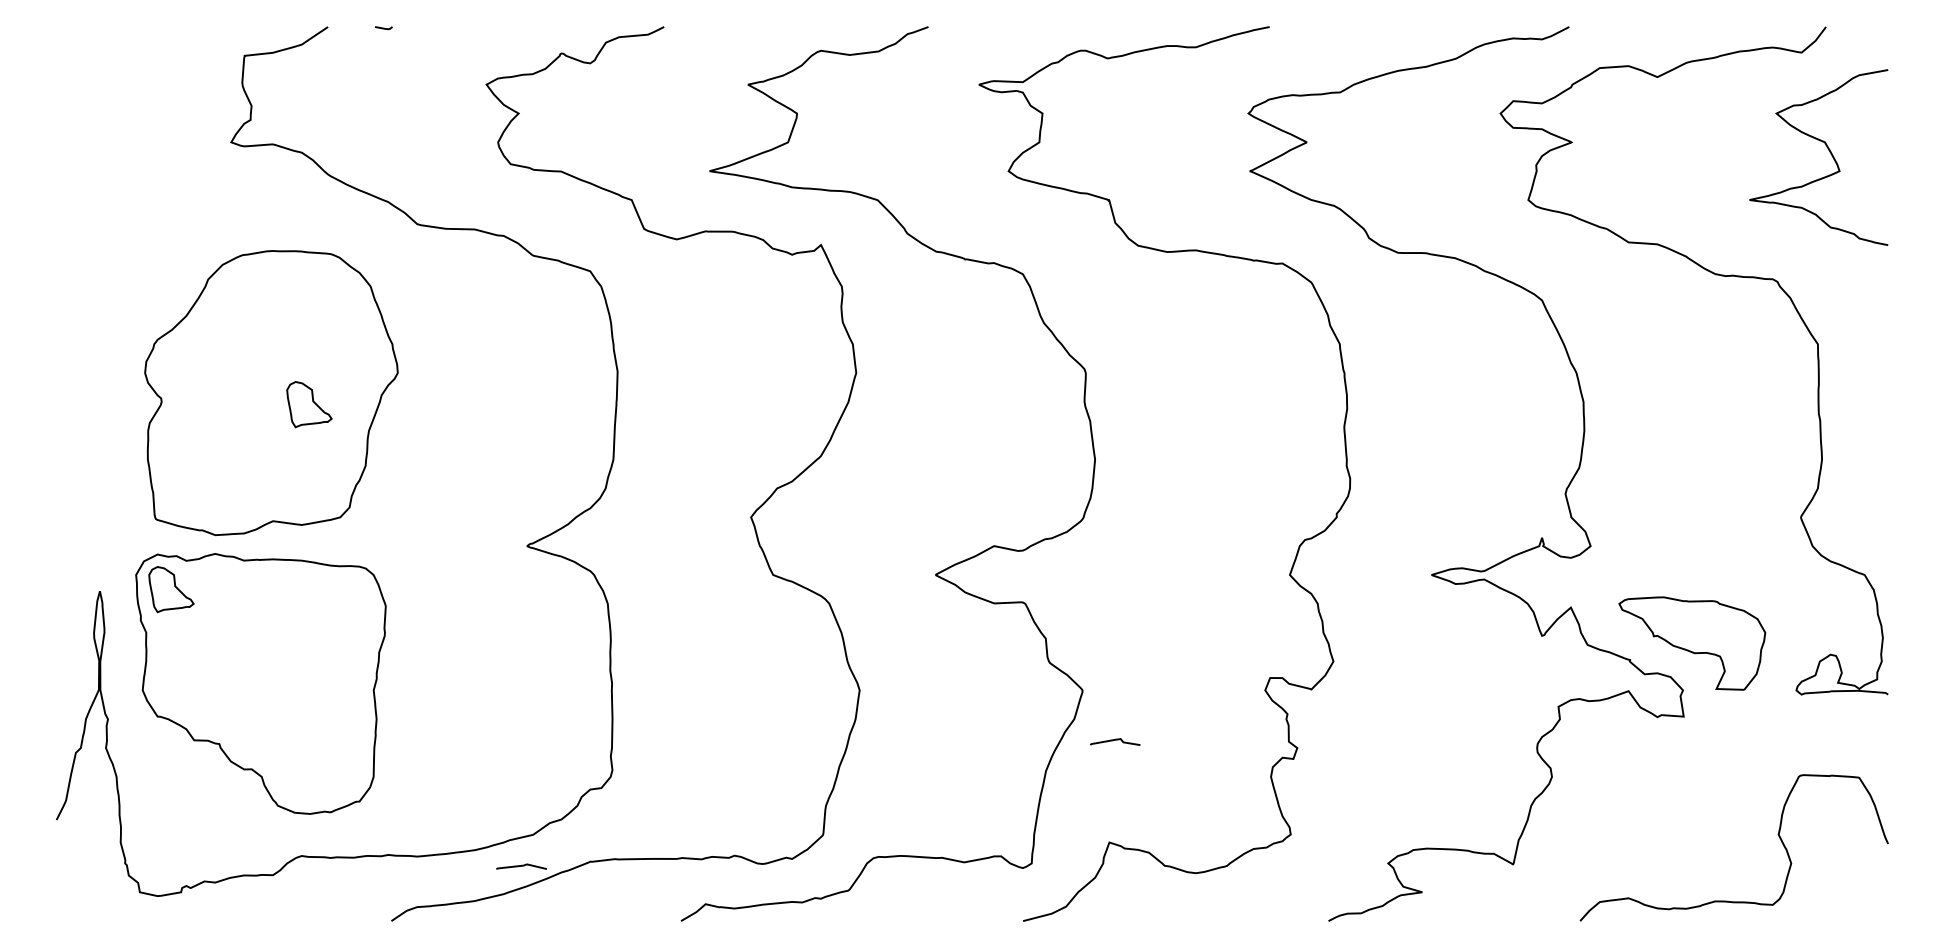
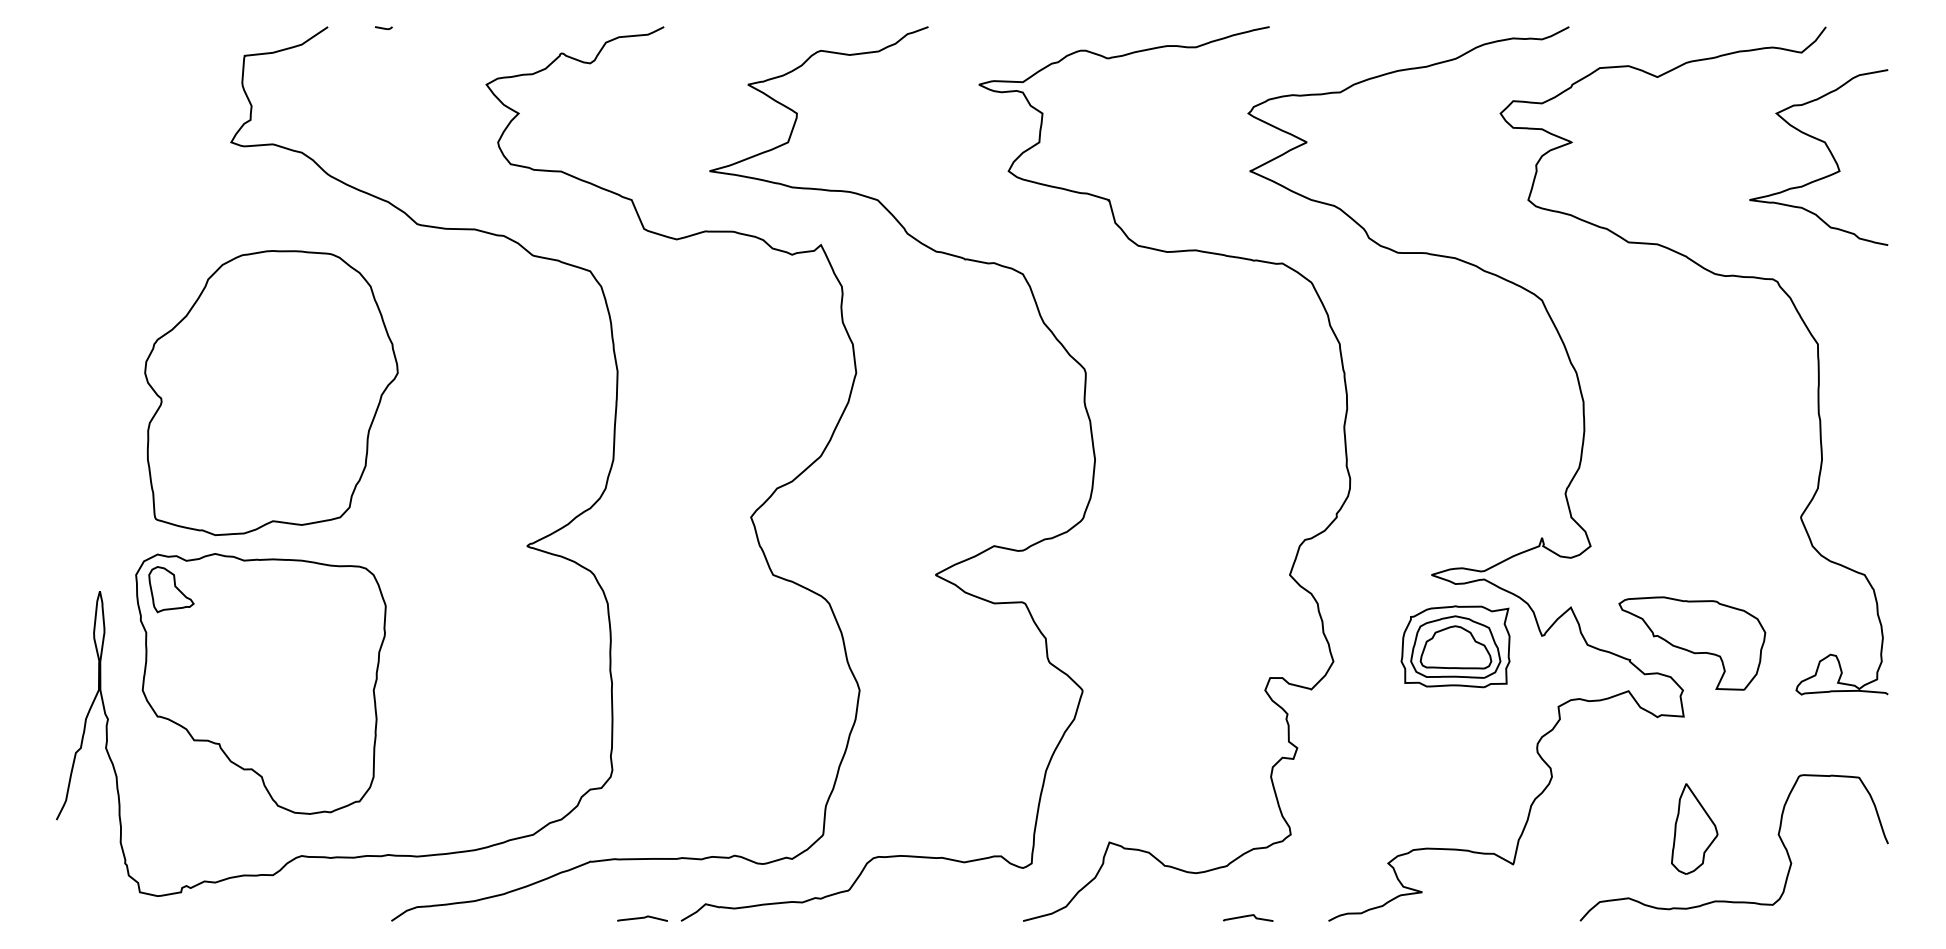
part at (309, 404): present -> none
part at (1455, 646): none -> present
curve at (1115, 740) position: (1115, 740) -> (1248, 916)
part at (1694, 828): none -> present
curve at (521, 866) position: (521, 866) -> (642, 918)
